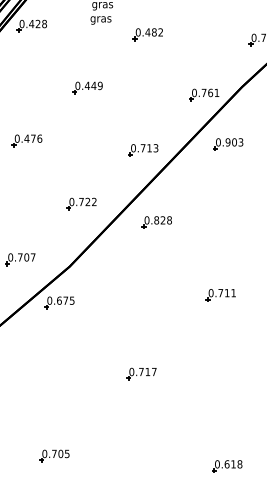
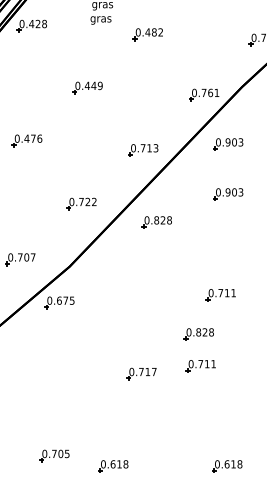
part at (228, 194): none -> present
part at (198, 334): none -> present
part at (200, 366): none -> present
part at (113, 466): none -> present
